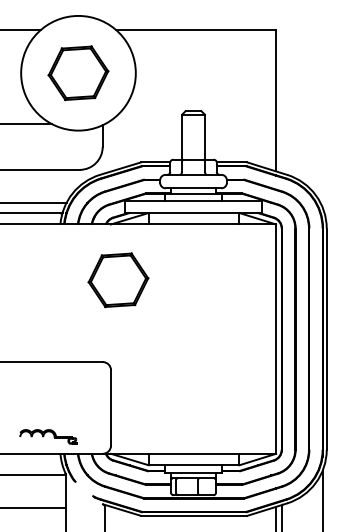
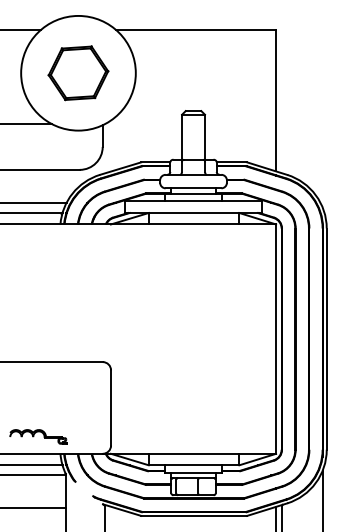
part at (118, 280): present -> none
part at (48, 436) position: (48, 436) -> (38, 436)
line at (32, 465): none -> present
